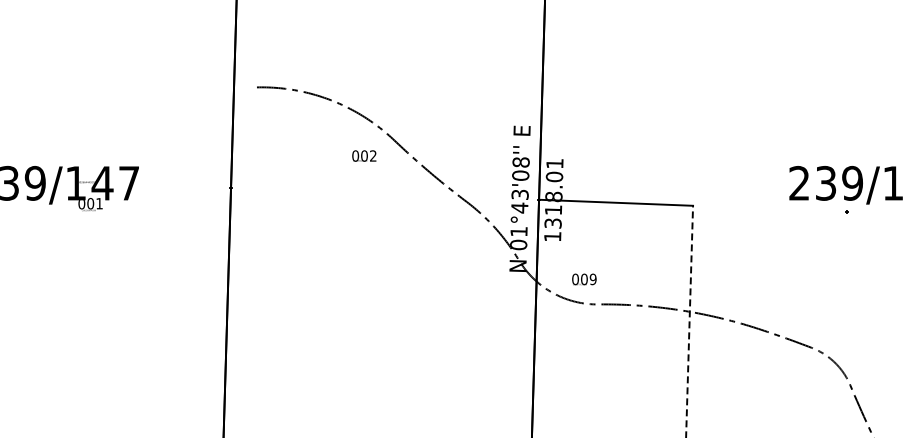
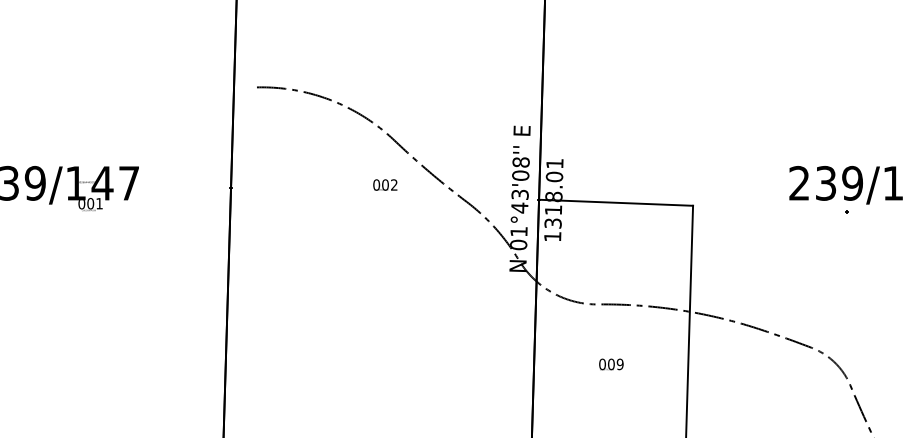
text at (364, 155) position: (364, 155) -> (385, 184)
text at (584, 279) position: (584, 279) -> (611, 364)
line at (689, 321): dashed -> solid
